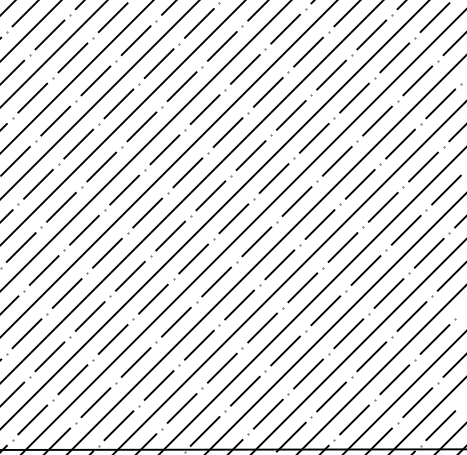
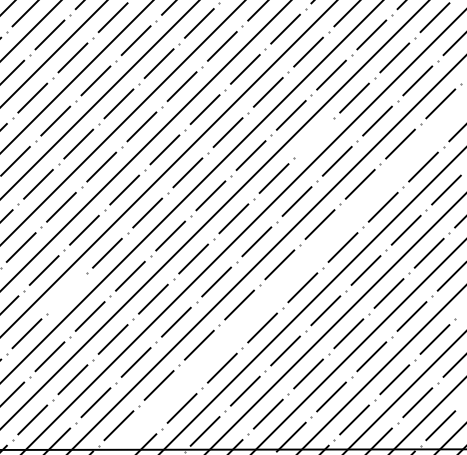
line at (313, 138): present -> none
line at (289, 277): present -> none
line at (66, 293): present -> none
